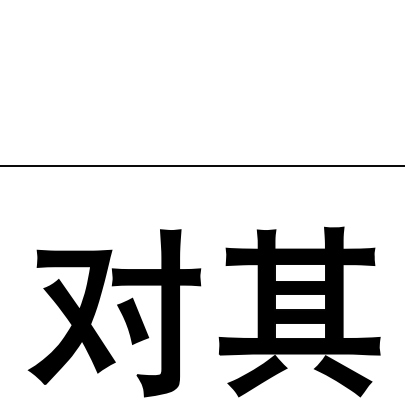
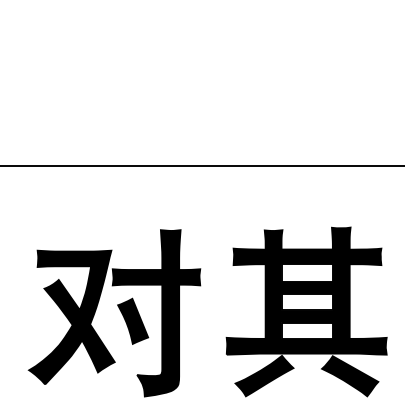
part at (299, 311) position: (299, 311) -> (306, 311)
